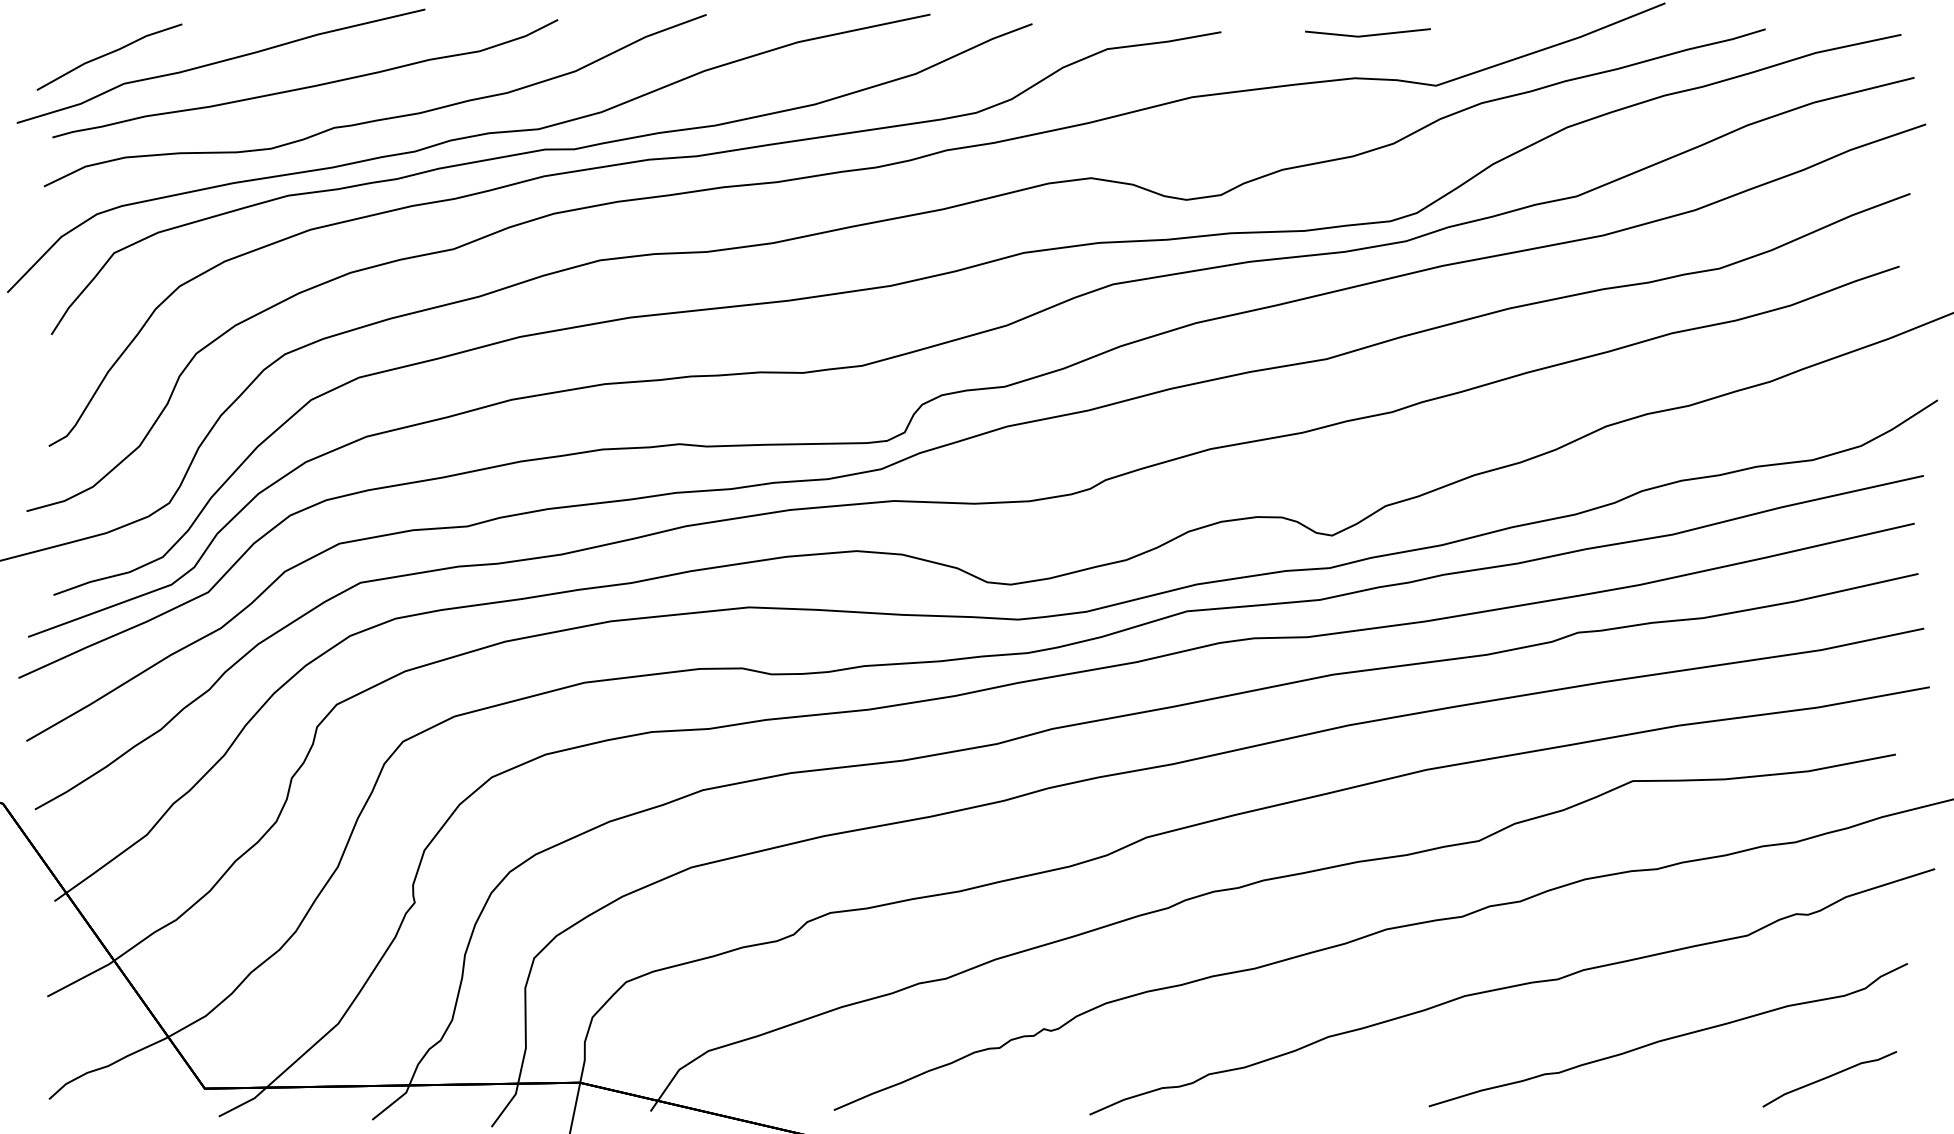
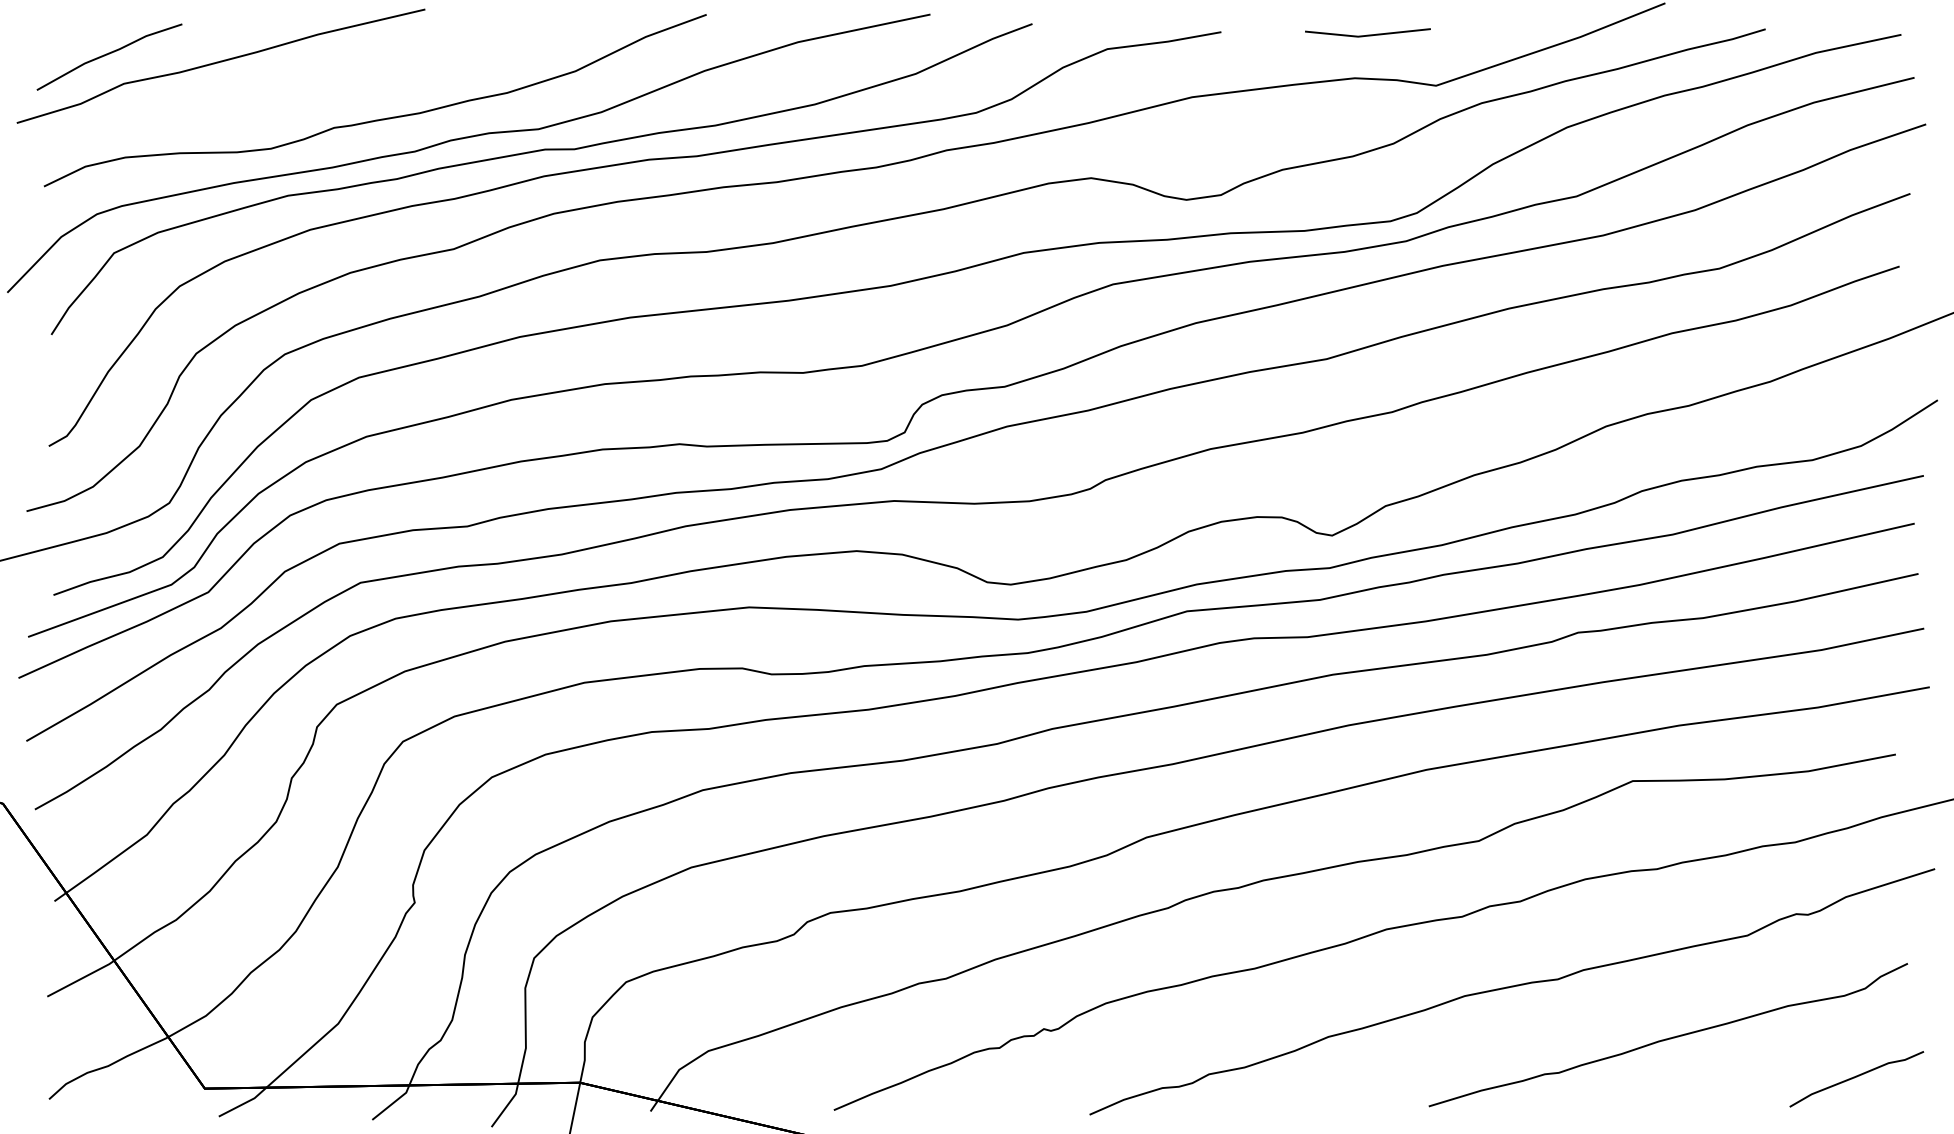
part at (306, 86): present -> none
part at (1829, 1079) position: (1829, 1079) -> (1856, 1079)
